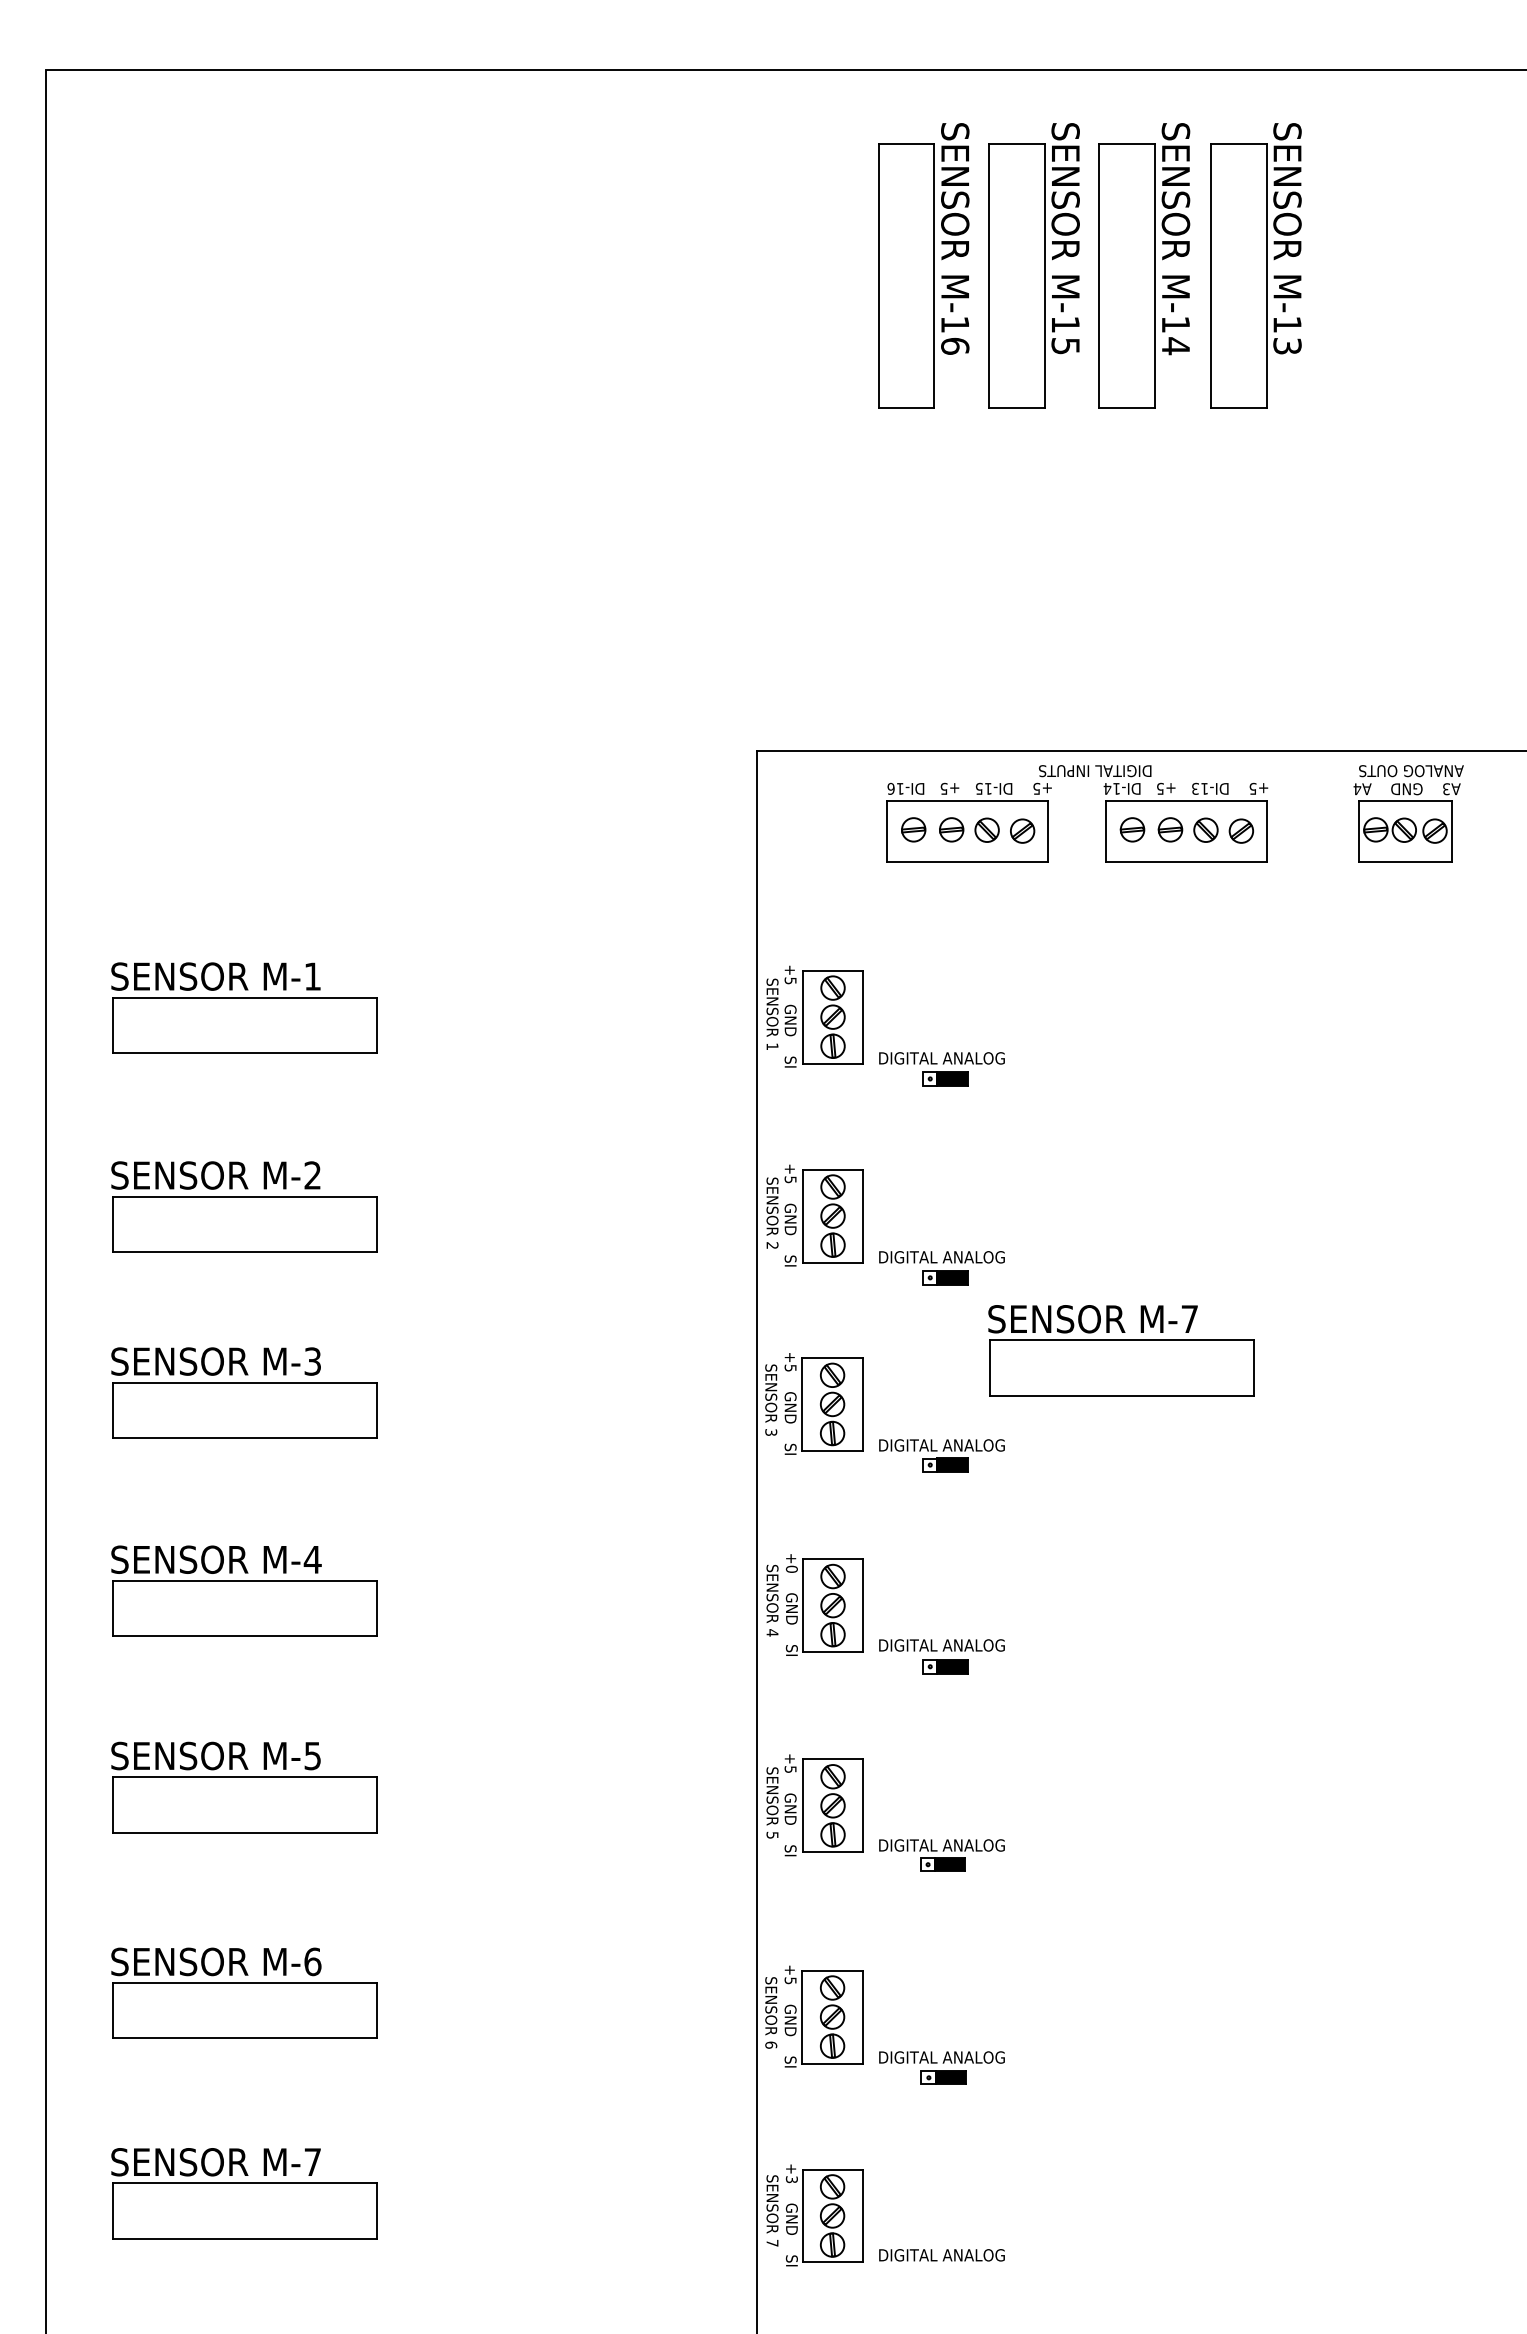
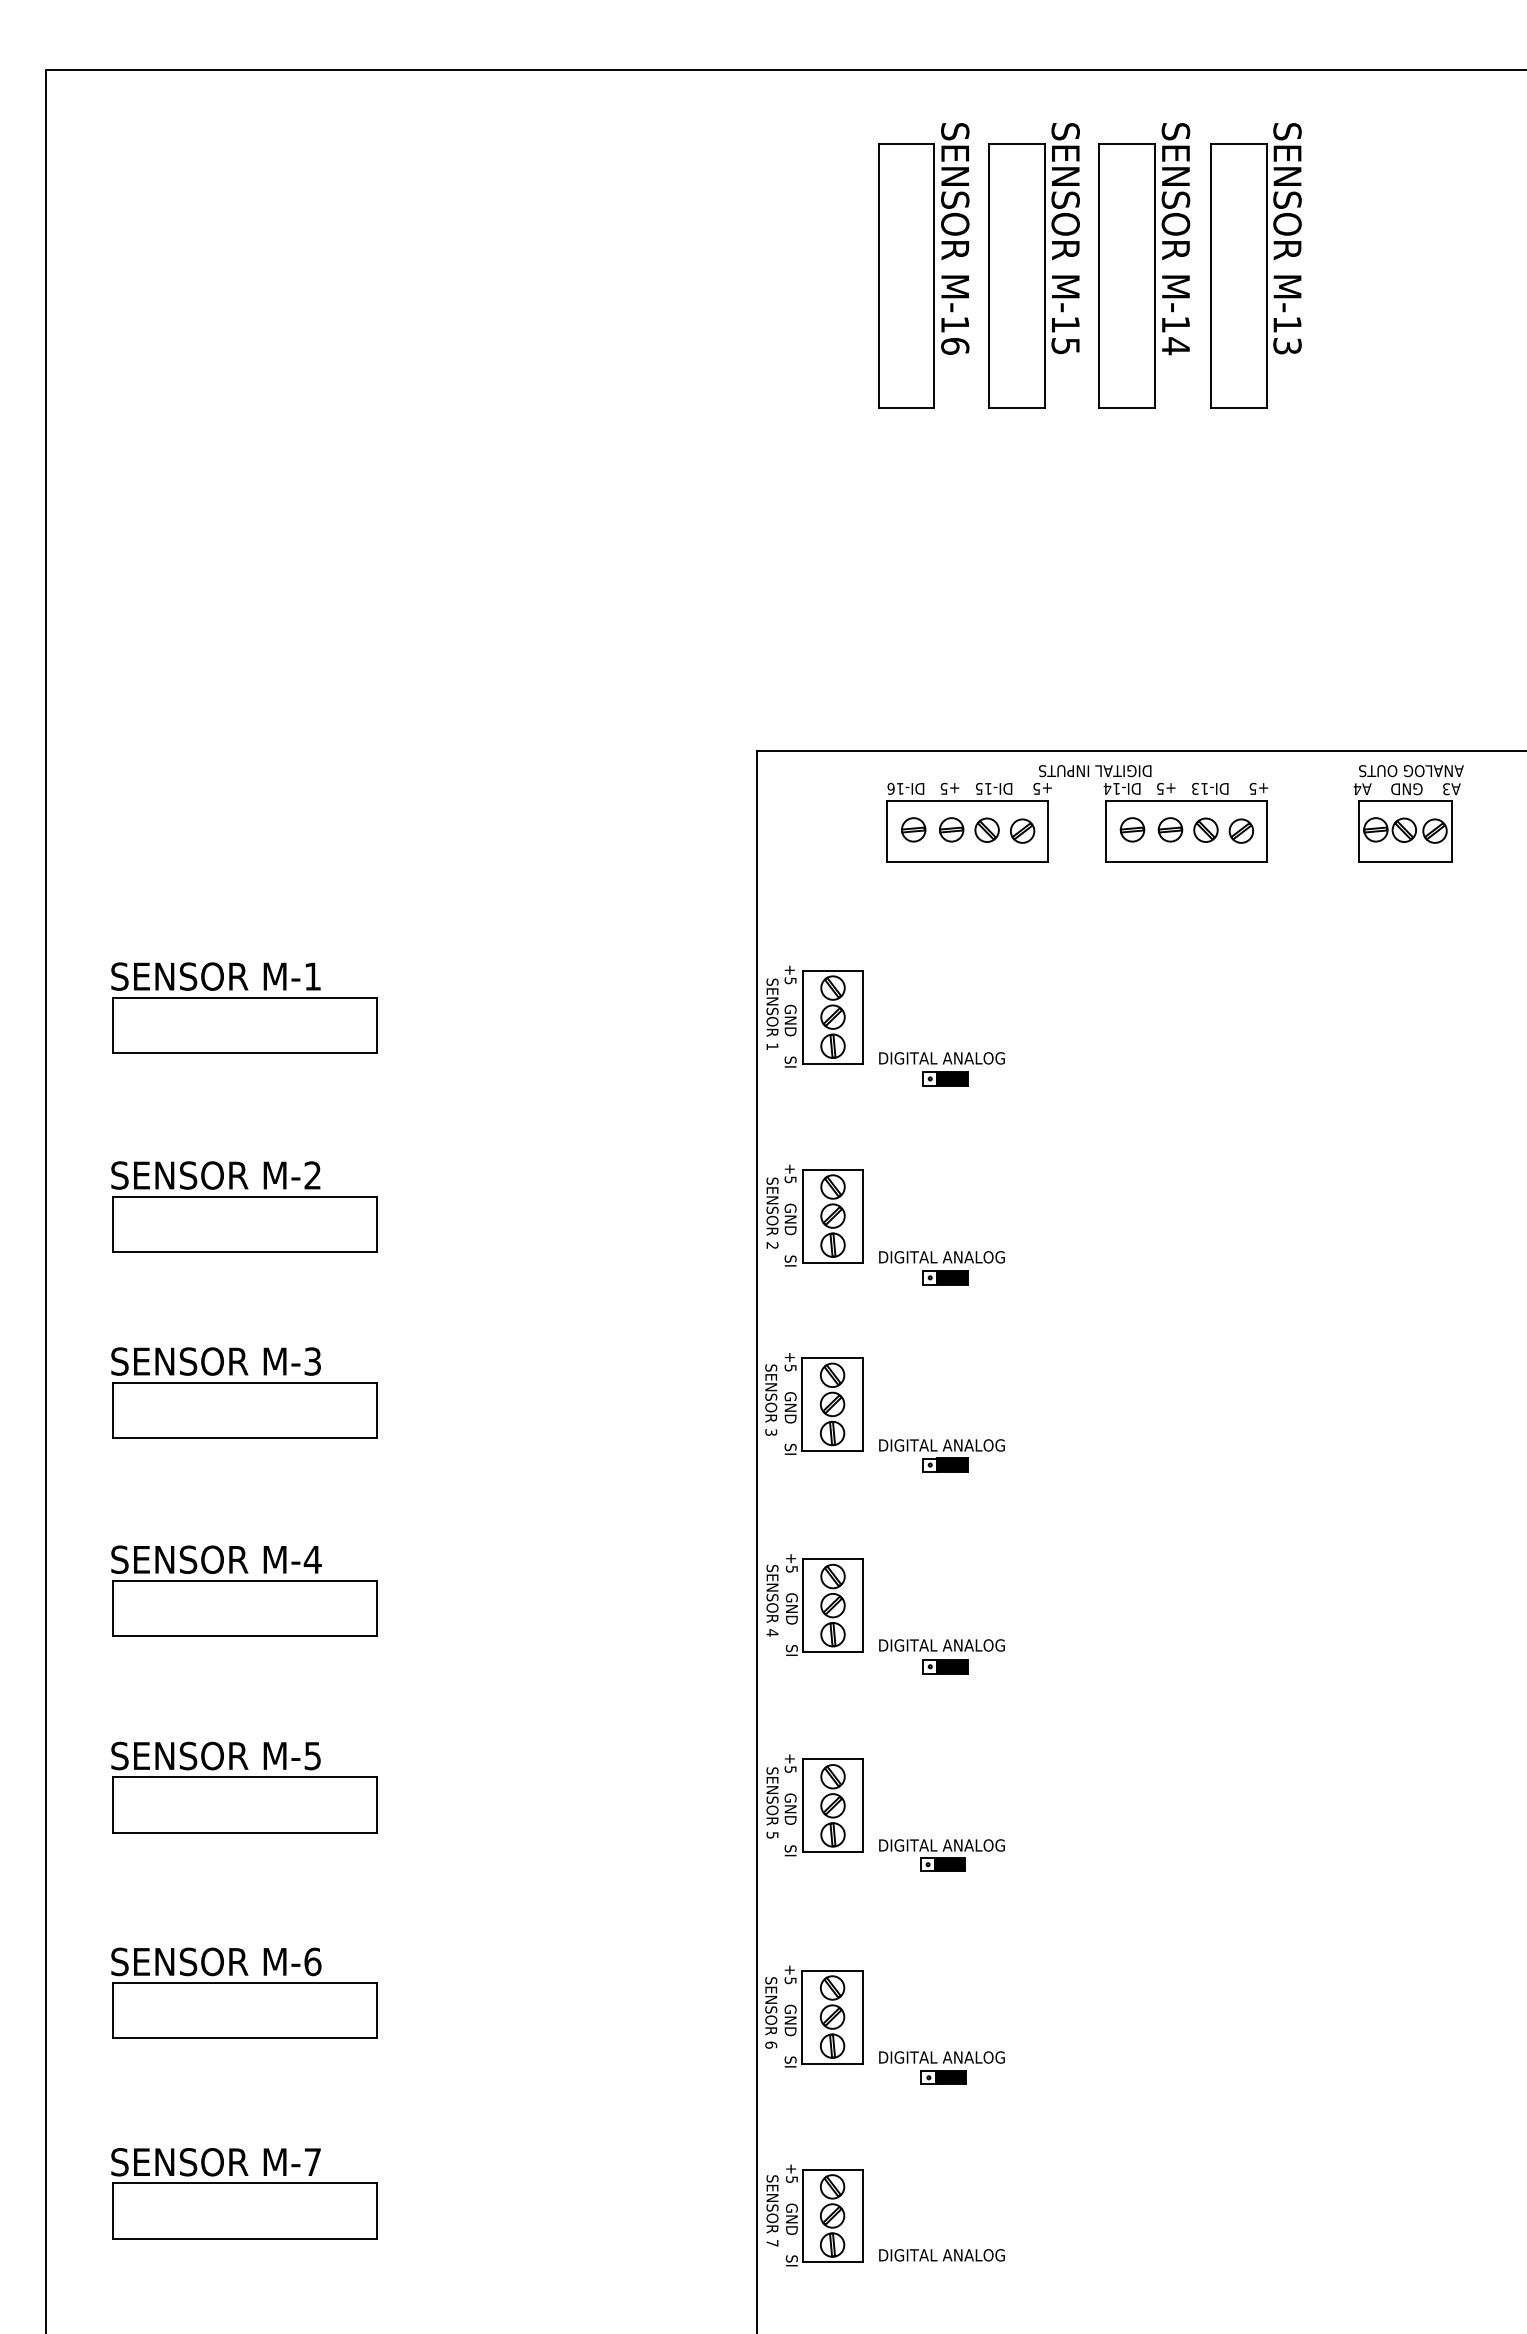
part at (1121, 1350): present -> none
text at (791, 1568): +0 -> +5
text at (791, 2179): +3 -> +5
